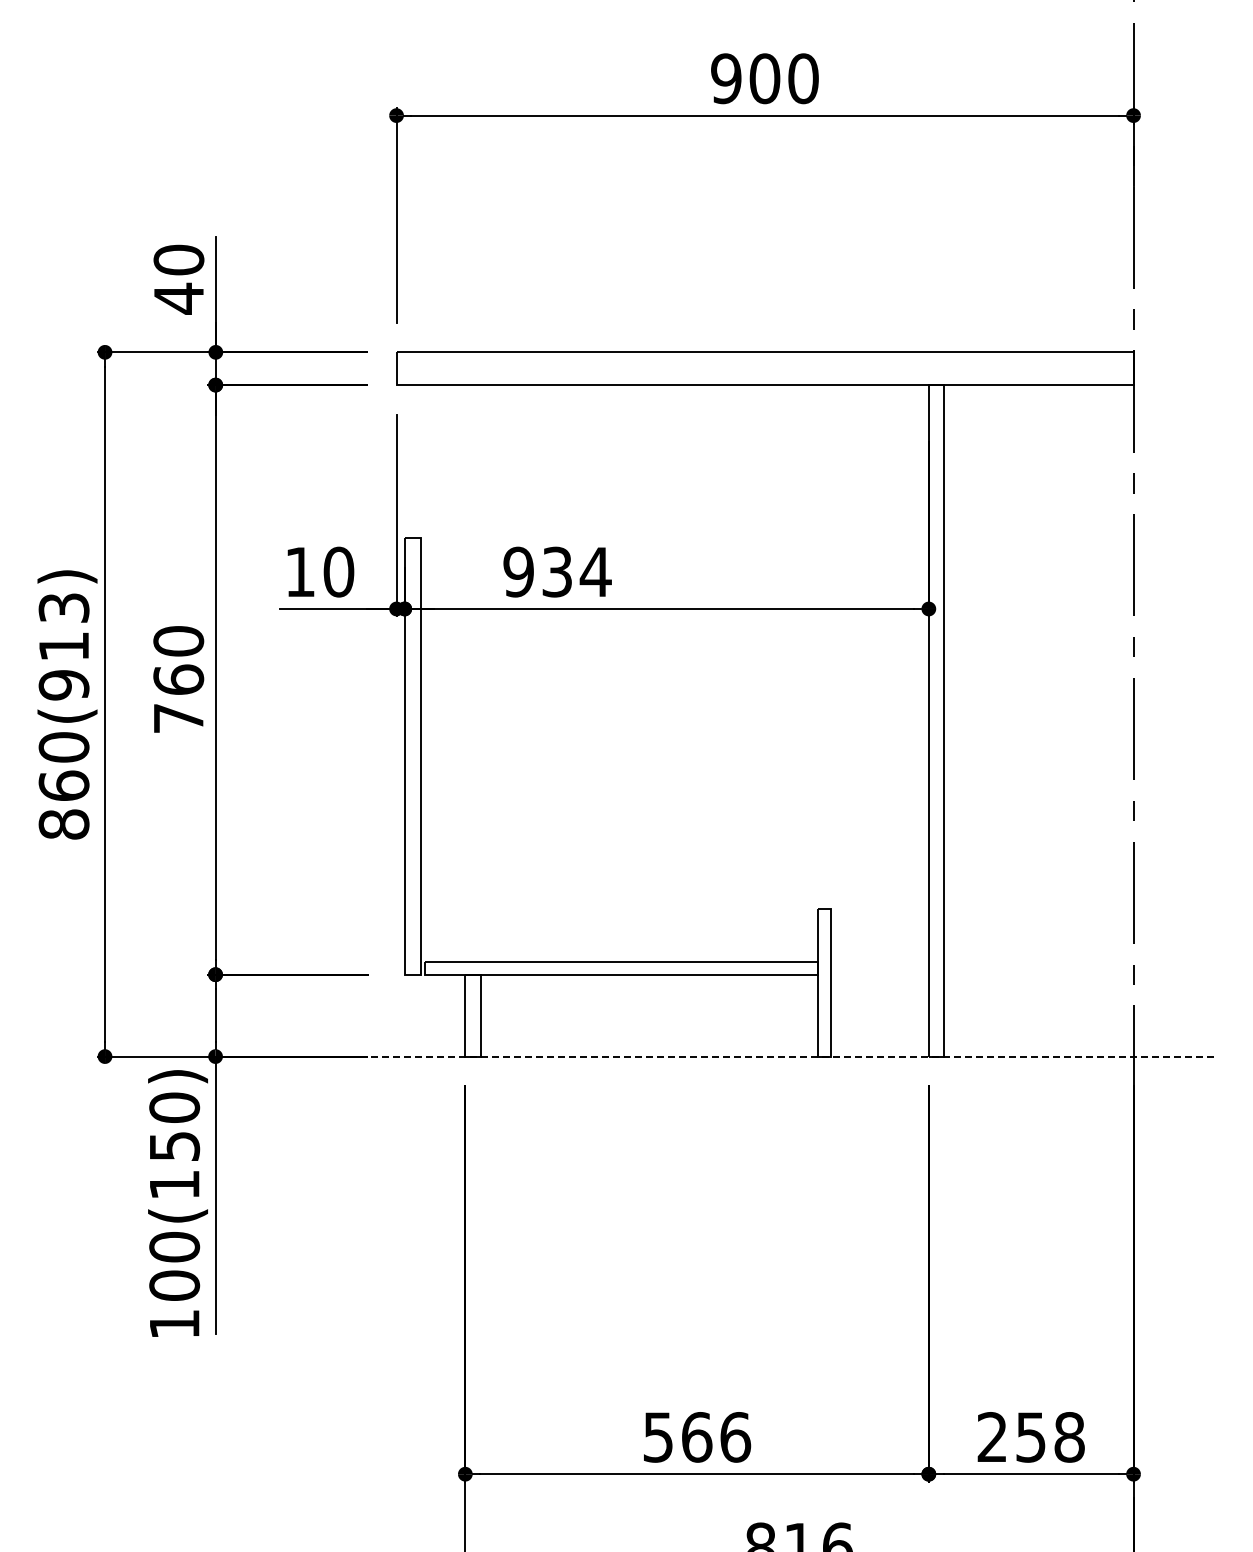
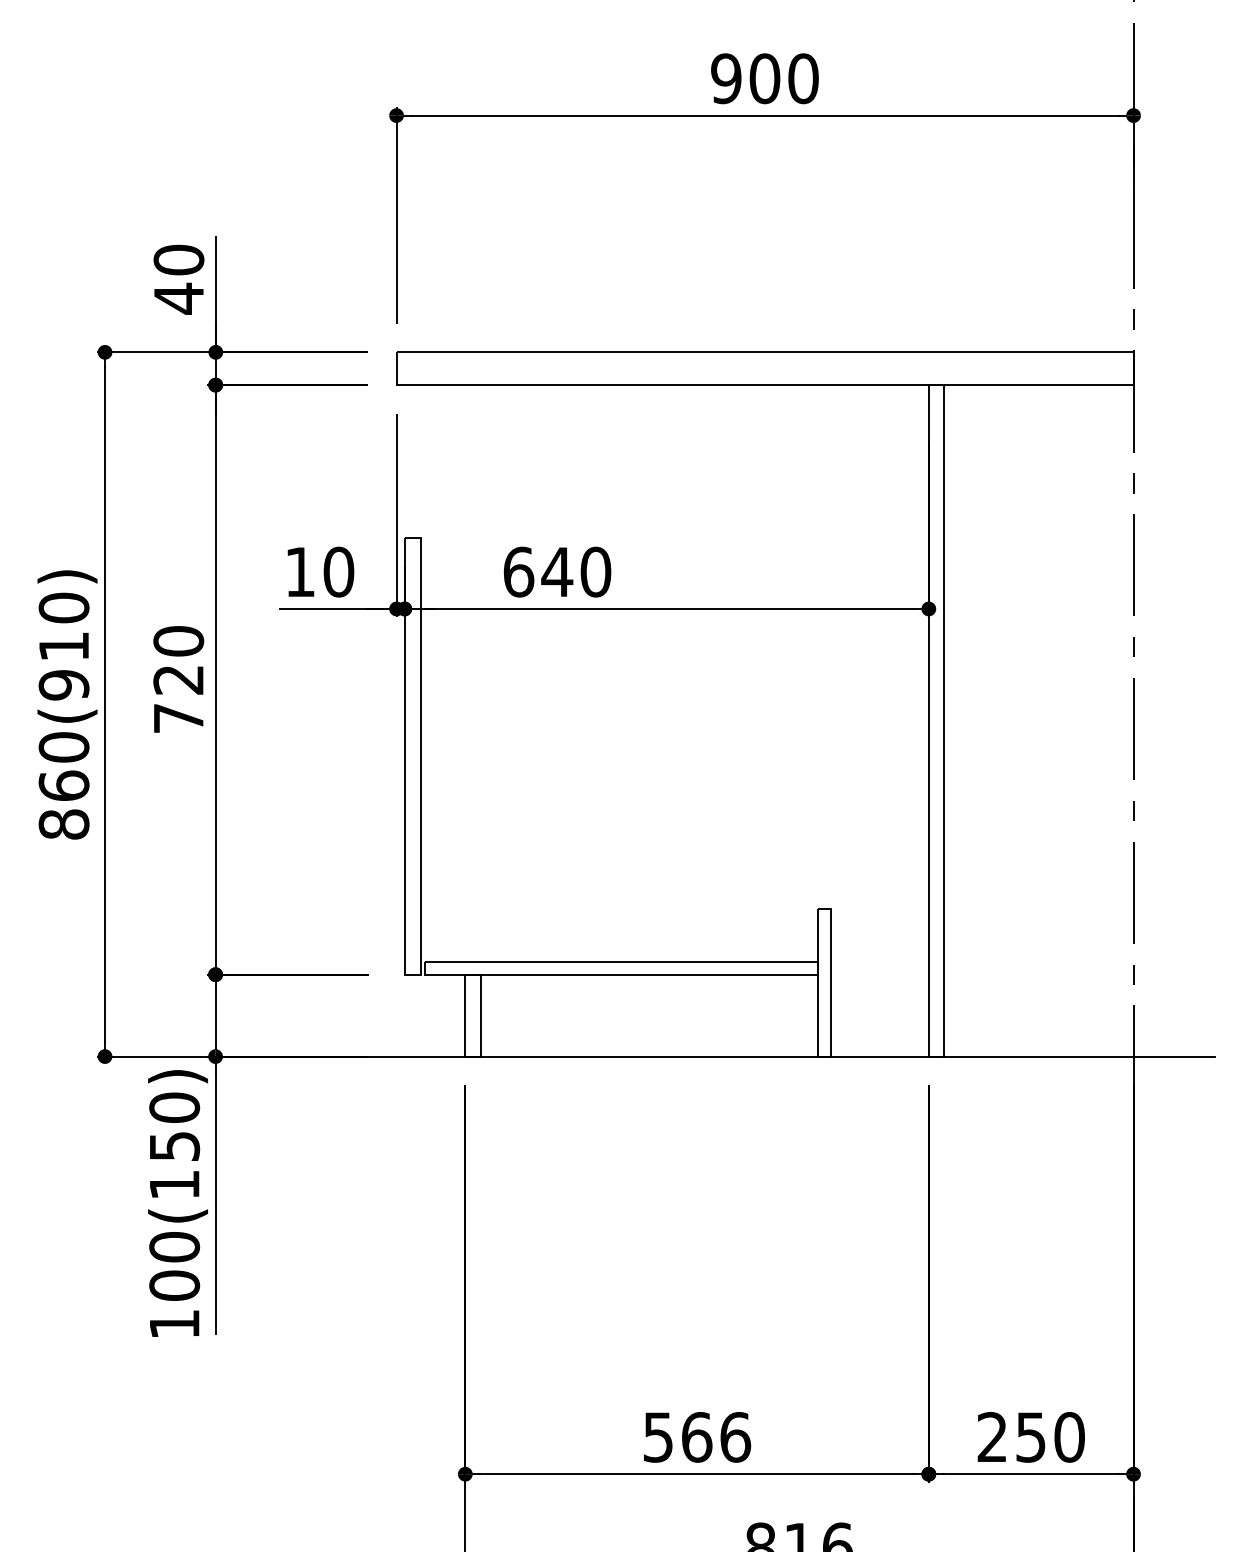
text at (557, 571): 934 -> 640
text at (63, 607): 860(913) -> 860(910)
text at (178, 679): 760 -> 720
line at (754, 1056): dashed -> solid
text at (1069, 1437): 258 -> 250
